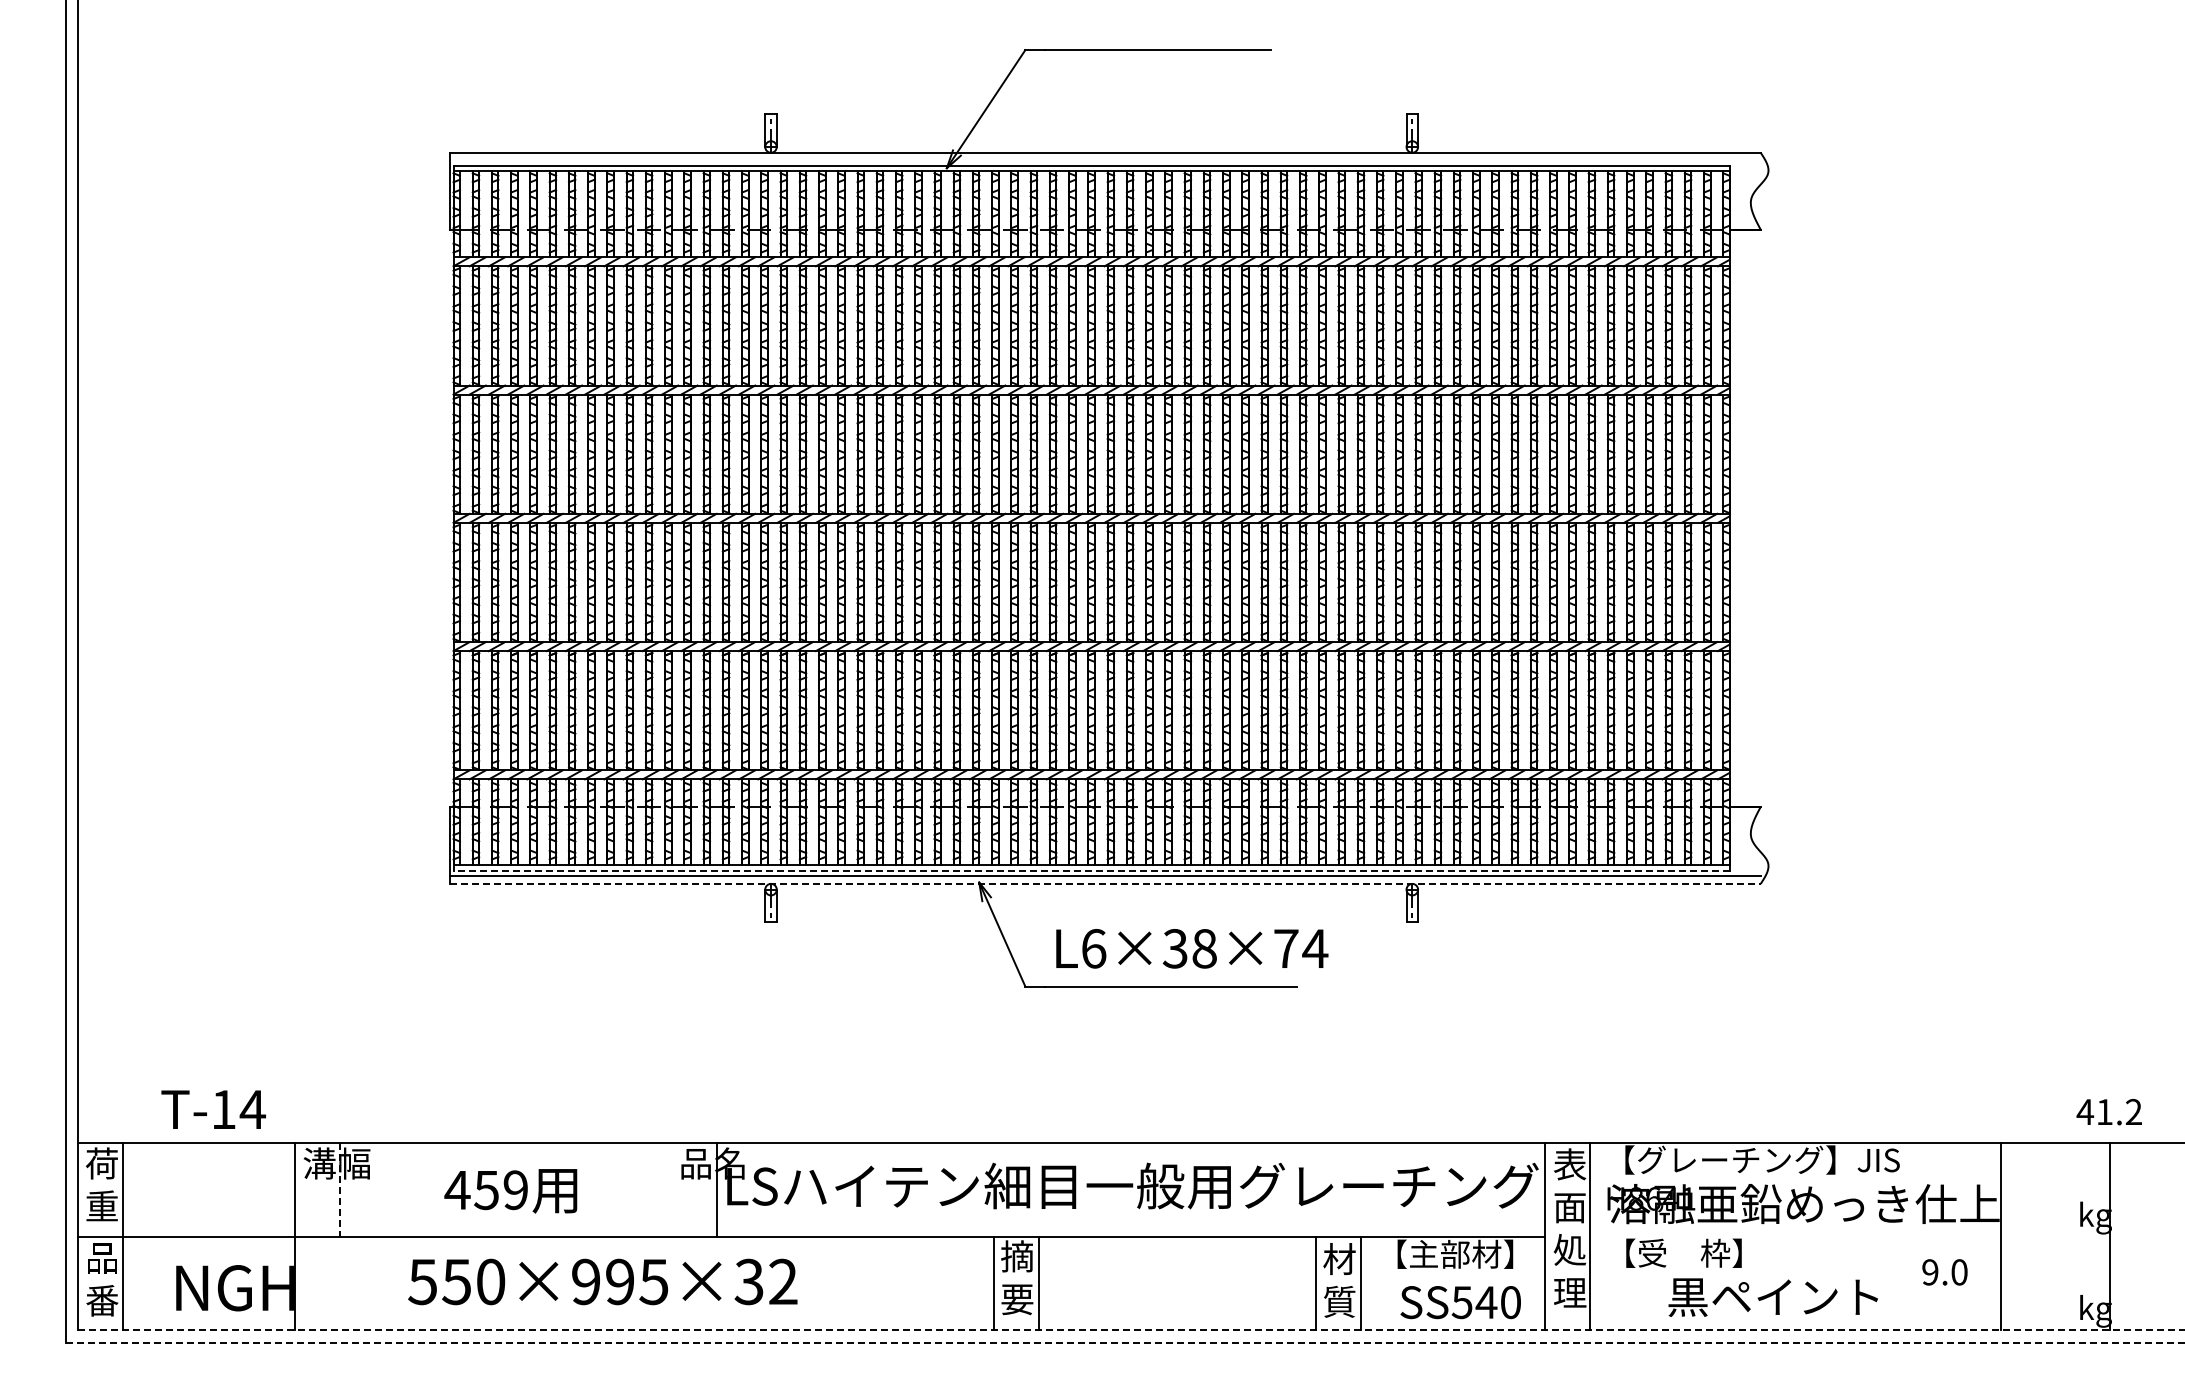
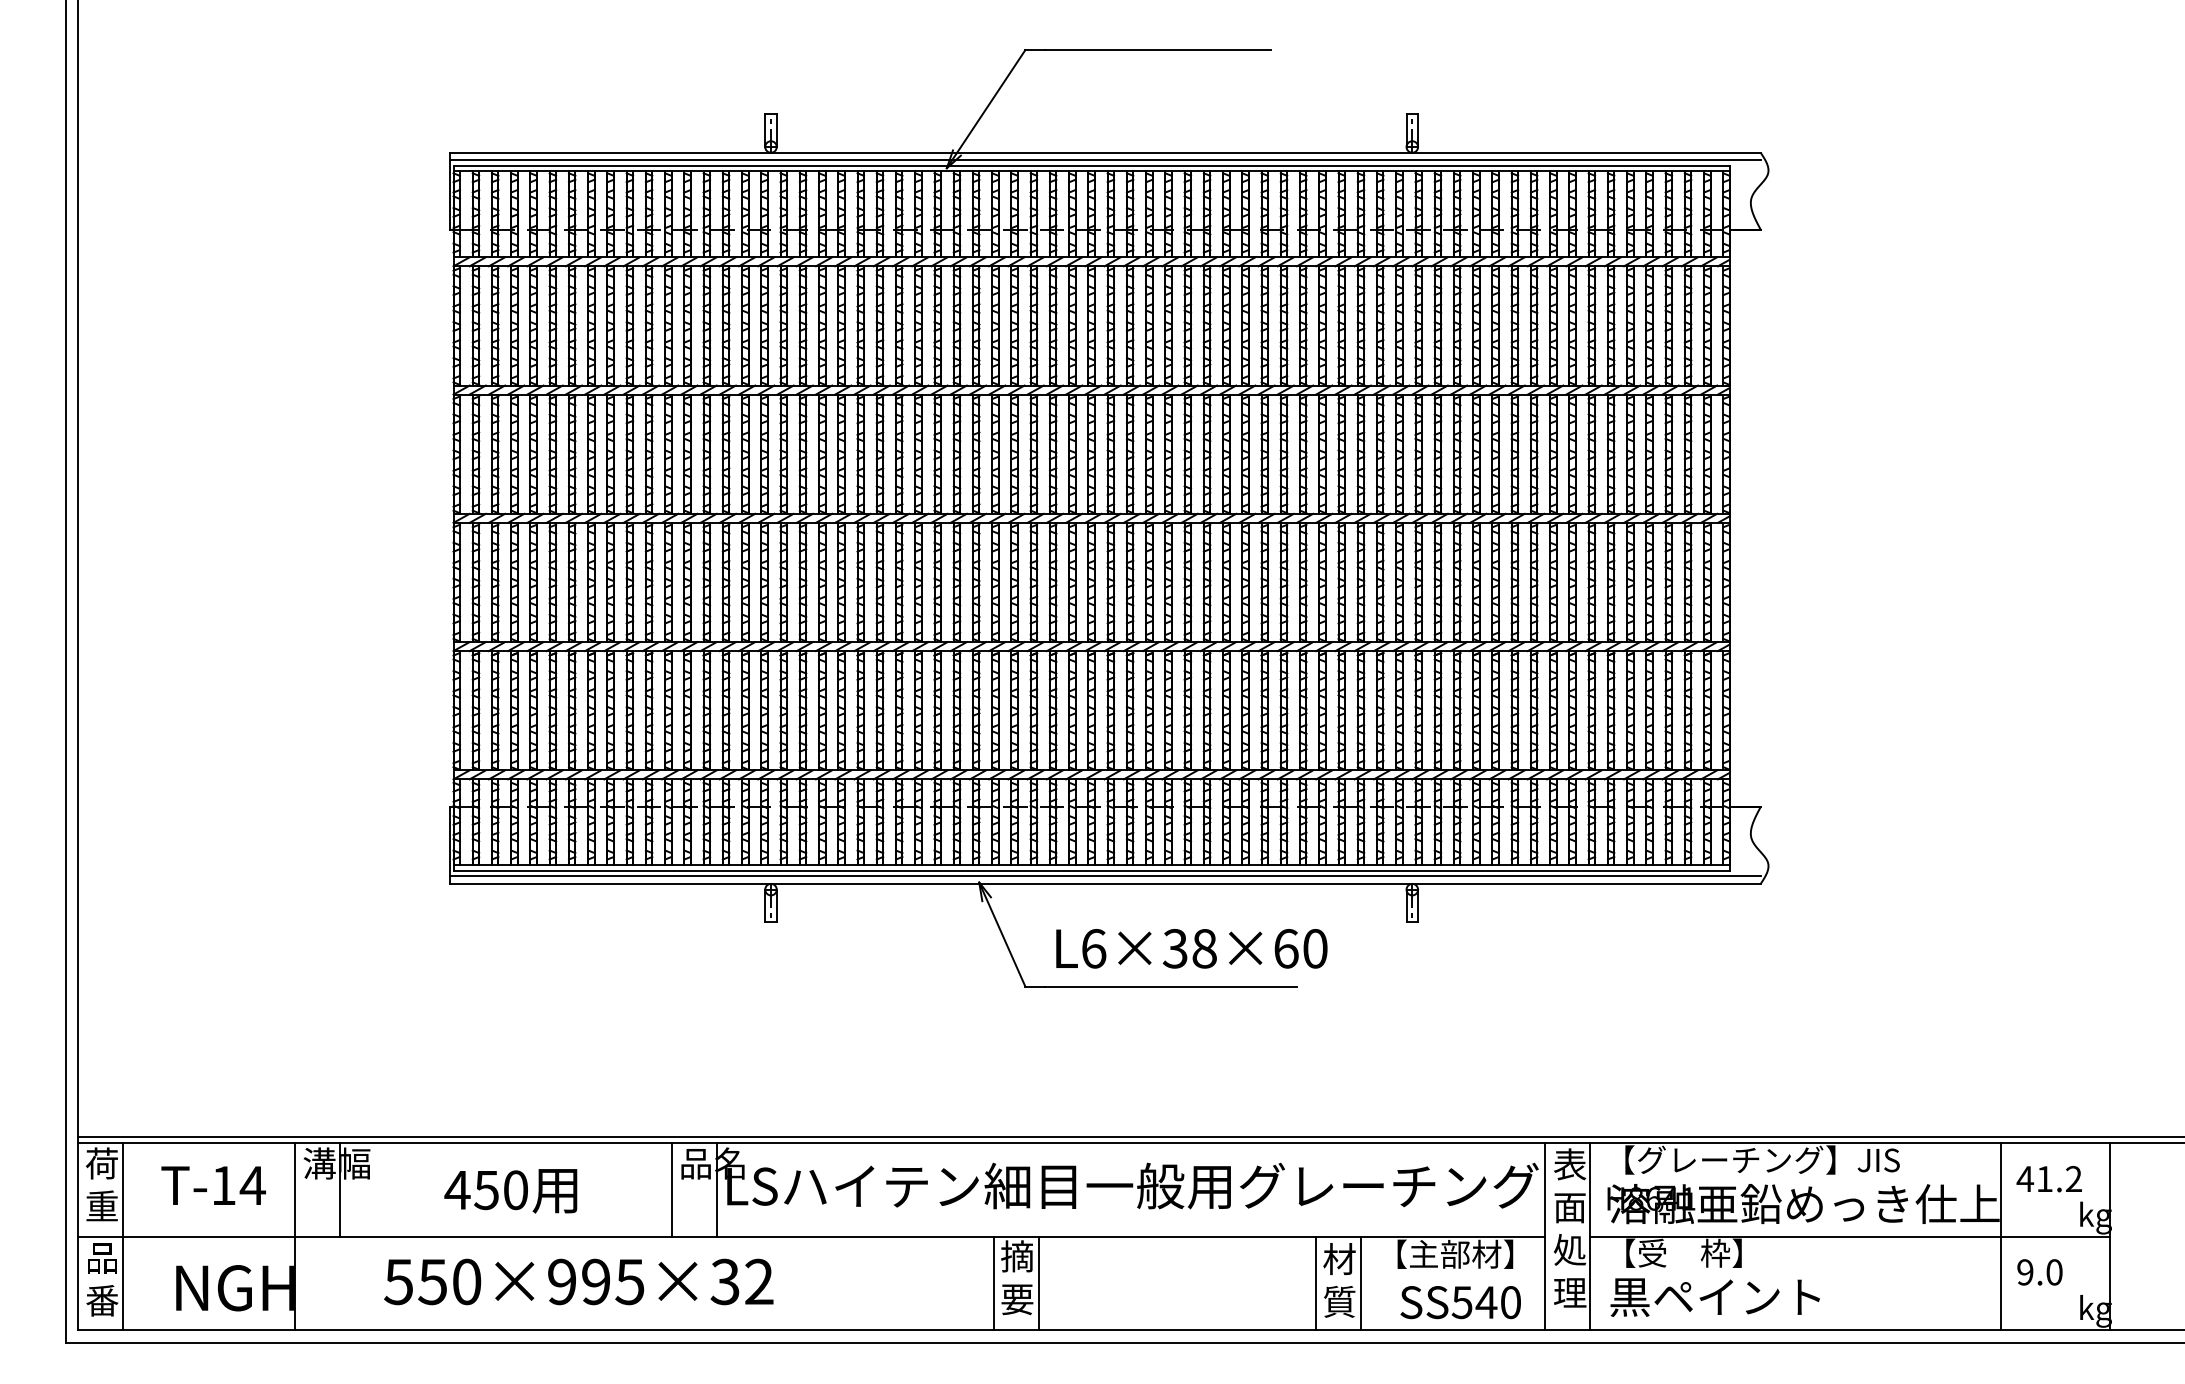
line at (1105, 160): none -> present
line at (1091, 871): dashed -> solid
line at (1106, 883): dashed -> solid
text at (1301, 948): L6×38×74 -> L6×38×60
text at (213, 1109) position: (213, 1109) -> (213, 1185)
text at (2108, 1112) position: (2108, 1112) -> (2048, 1179)
line at (1129, 1137): none -> present
line at (671, 1189): none -> present
line at (340, 1190): dashed -> solid
text at (515, 1190): 459 -> 450
line at (1850, 1236): none -> present
text at (1944, 1272) position: (1944, 1272) -> (2039, 1272)
text at (602, 1281) position: (602, 1281) -> (578, 1281)
text at (1772, 1297) position: (1772, 1297) -> (1714, 1297)
line at (1132, 1329): dashed -> solid
line at (1125, 1342): dashed -> solid
